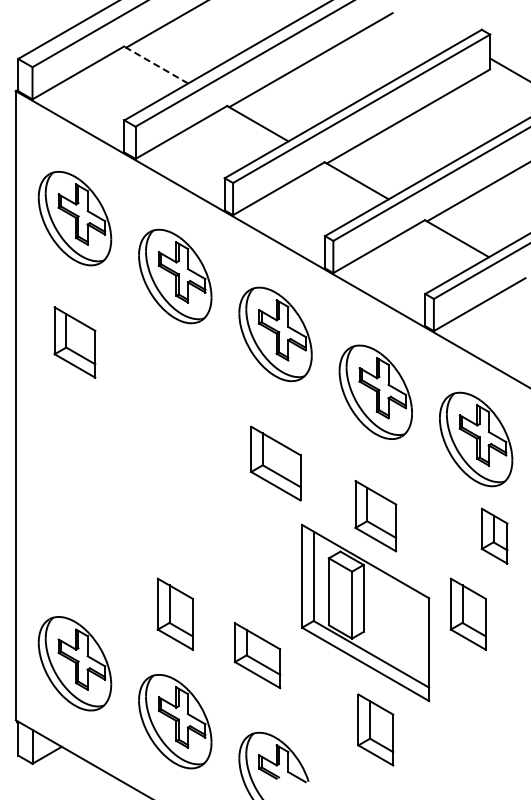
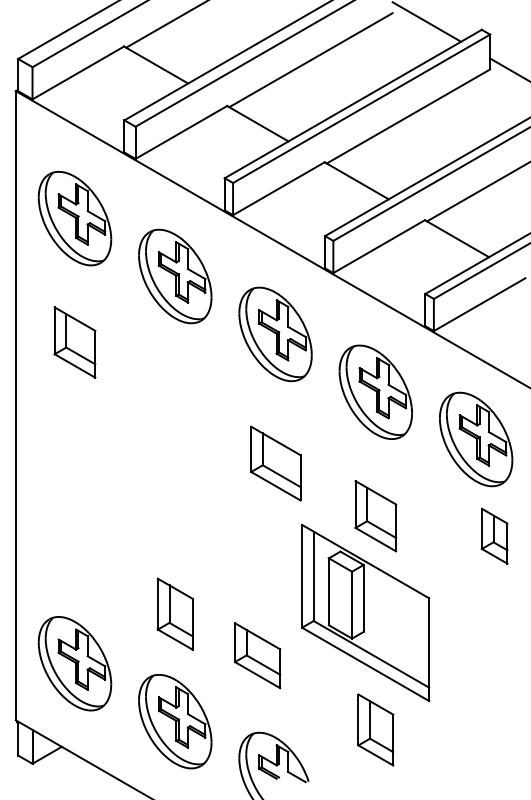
line at (426, 21): none -> present
line at (155, 64): dashed -> solid
part at (467, 613): present -> none
